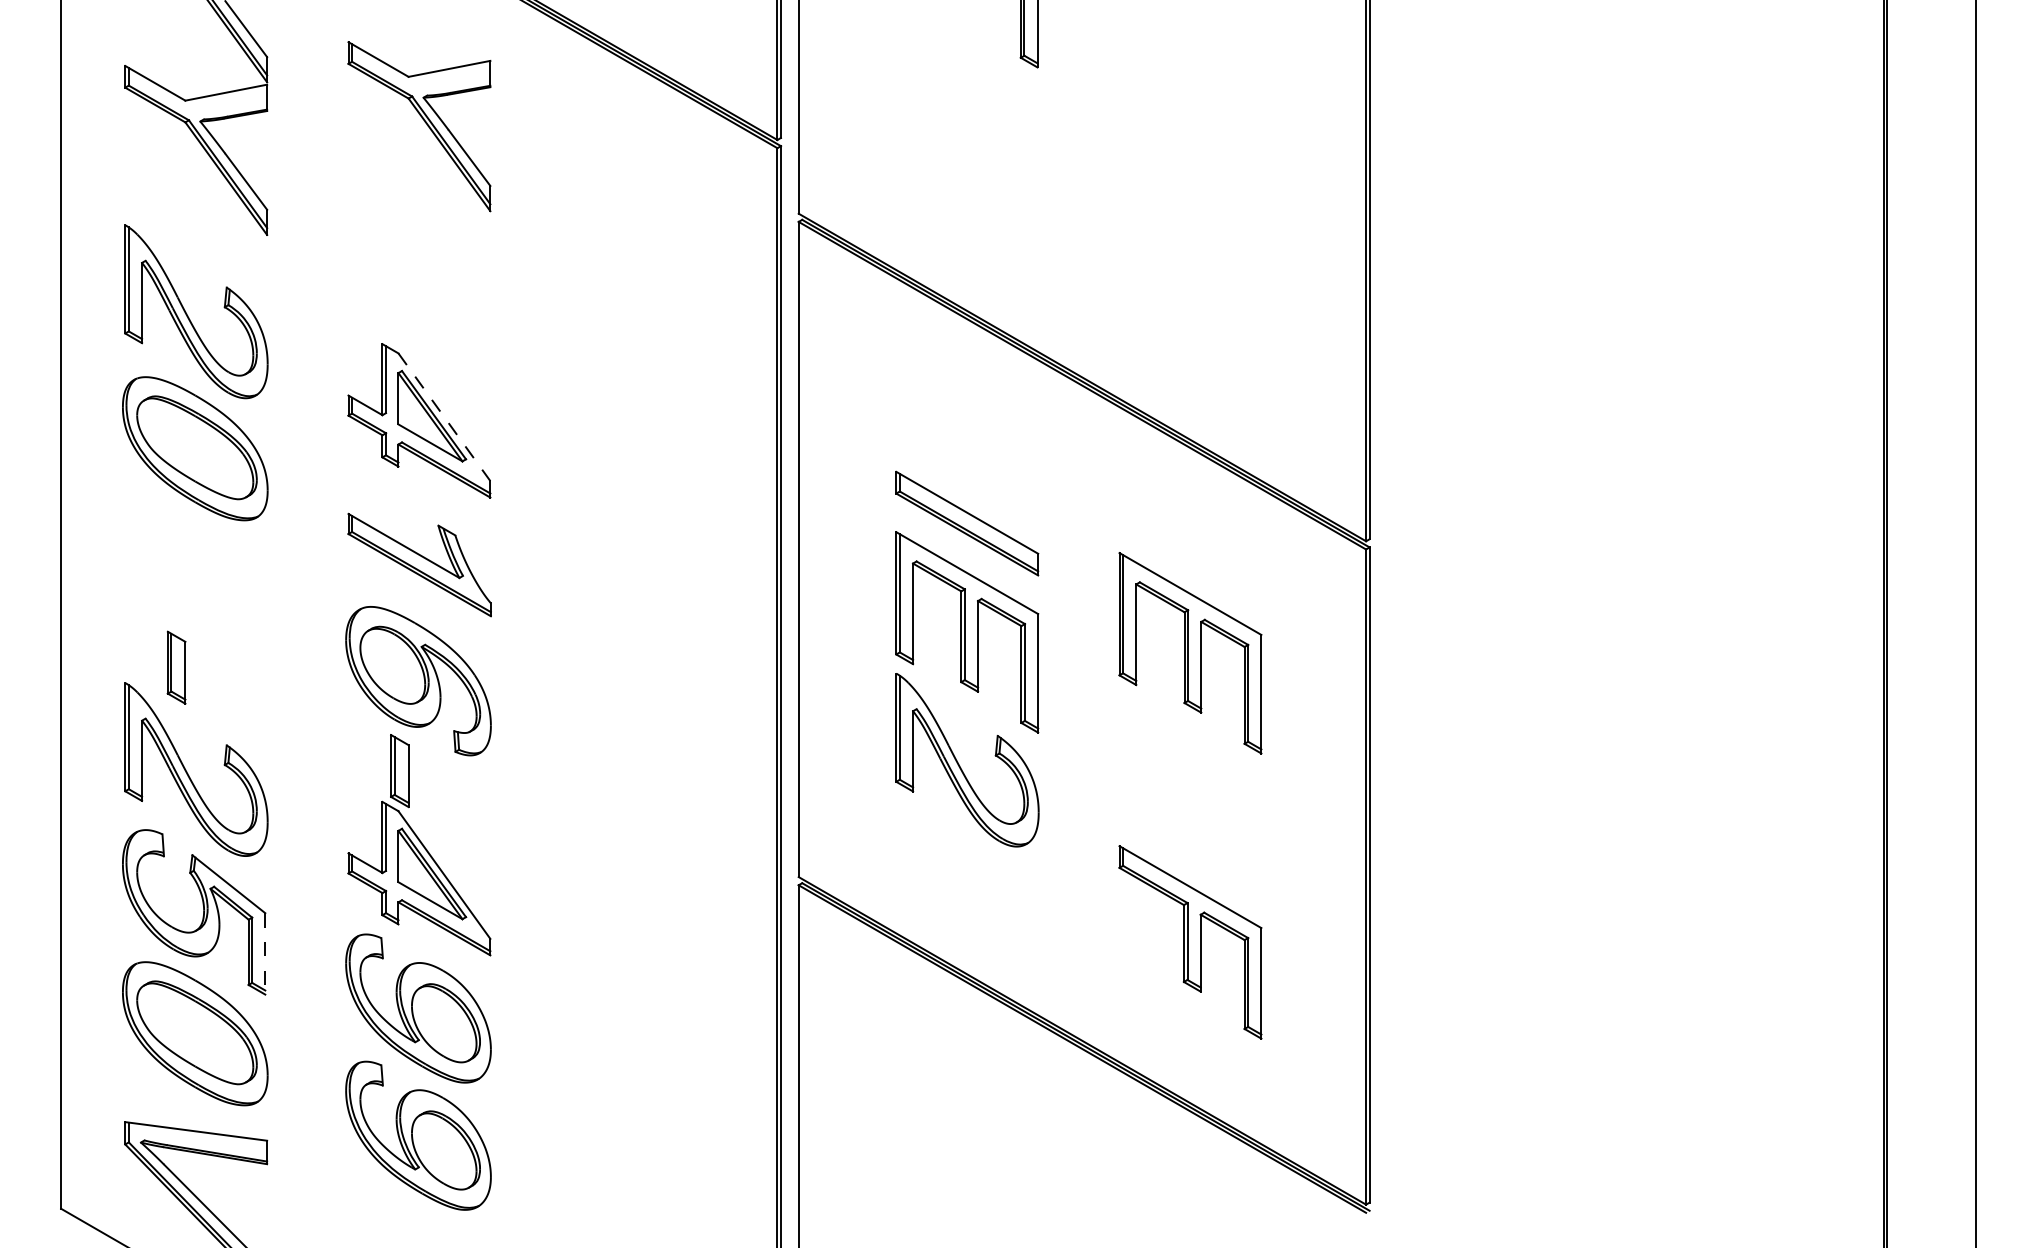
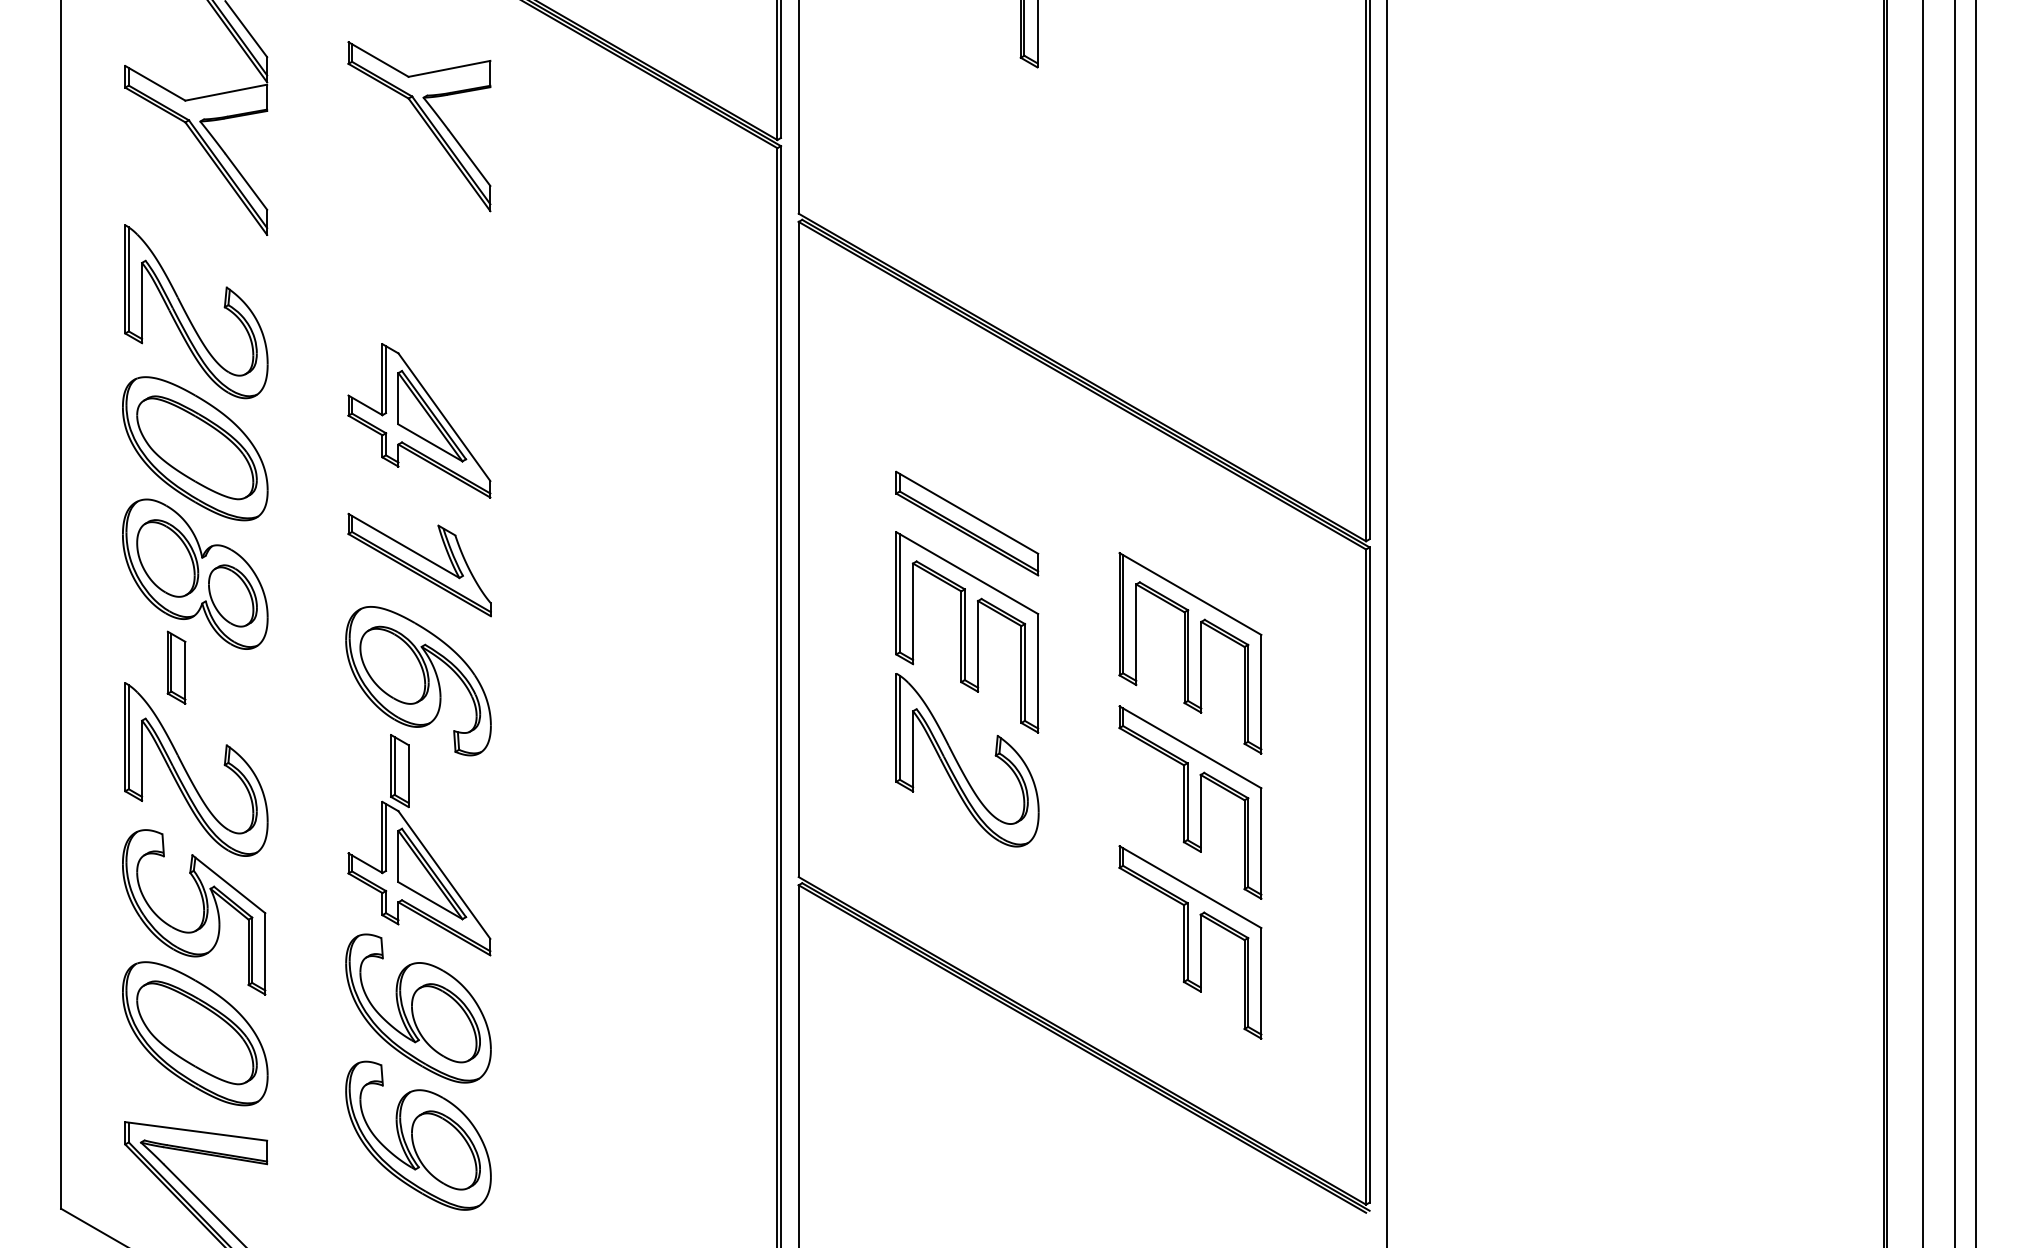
line at (444, 417): dashed -> solid
part at (195, 573): none -> present
line at (1387, 623): none -> present
line at (1922, 623): none -> present
line at (1954, 623): none -> present
part at (1190, 802): none -> present
line at (265, 953): dashed -> solid
